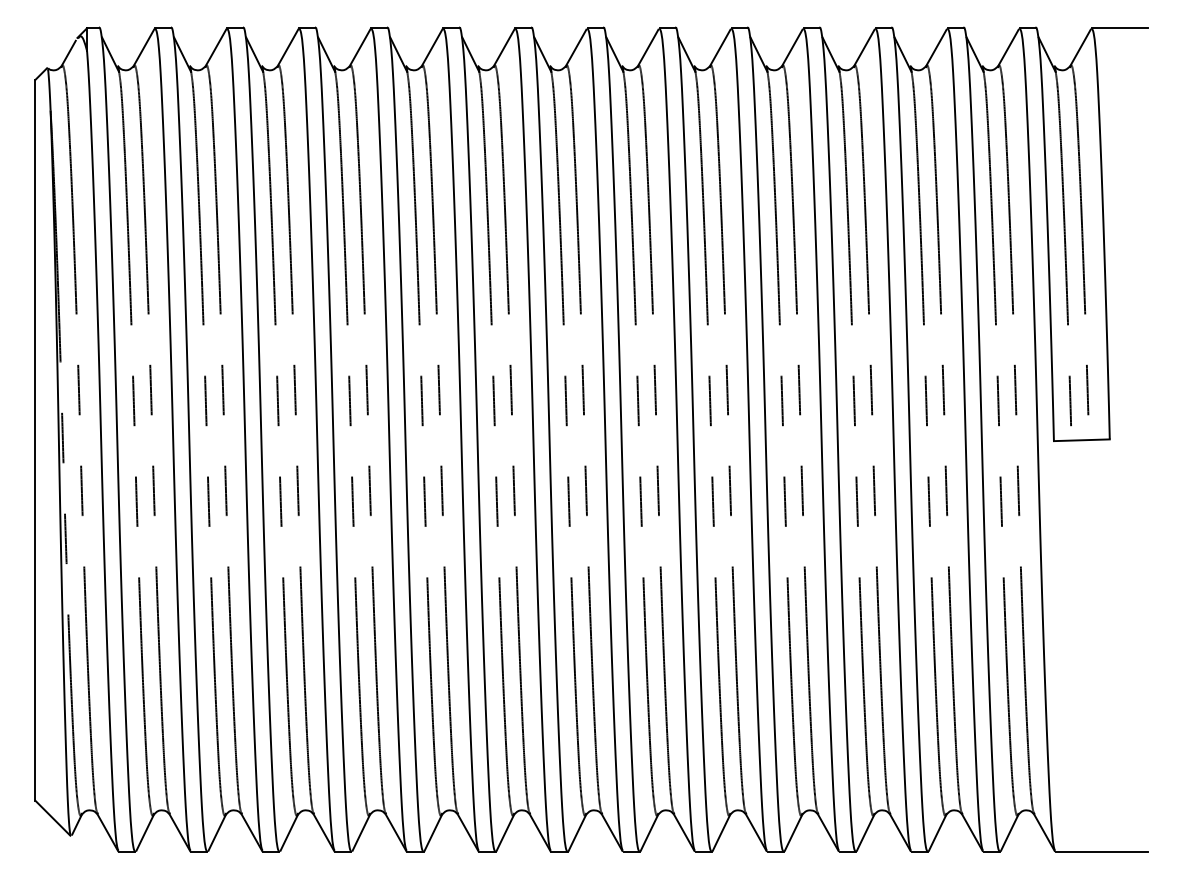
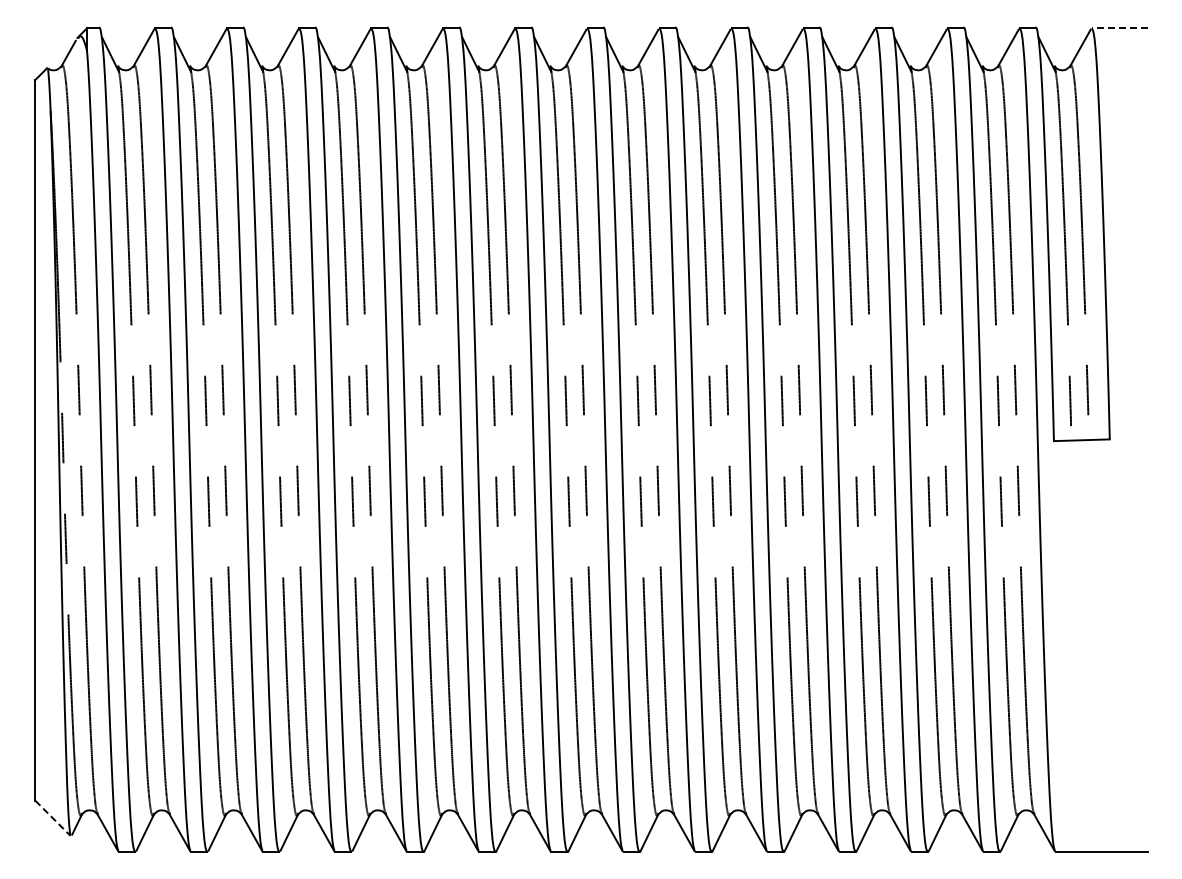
line at (1119, 28): solid -> dashed
line at (52, 818): solid -> dashed
